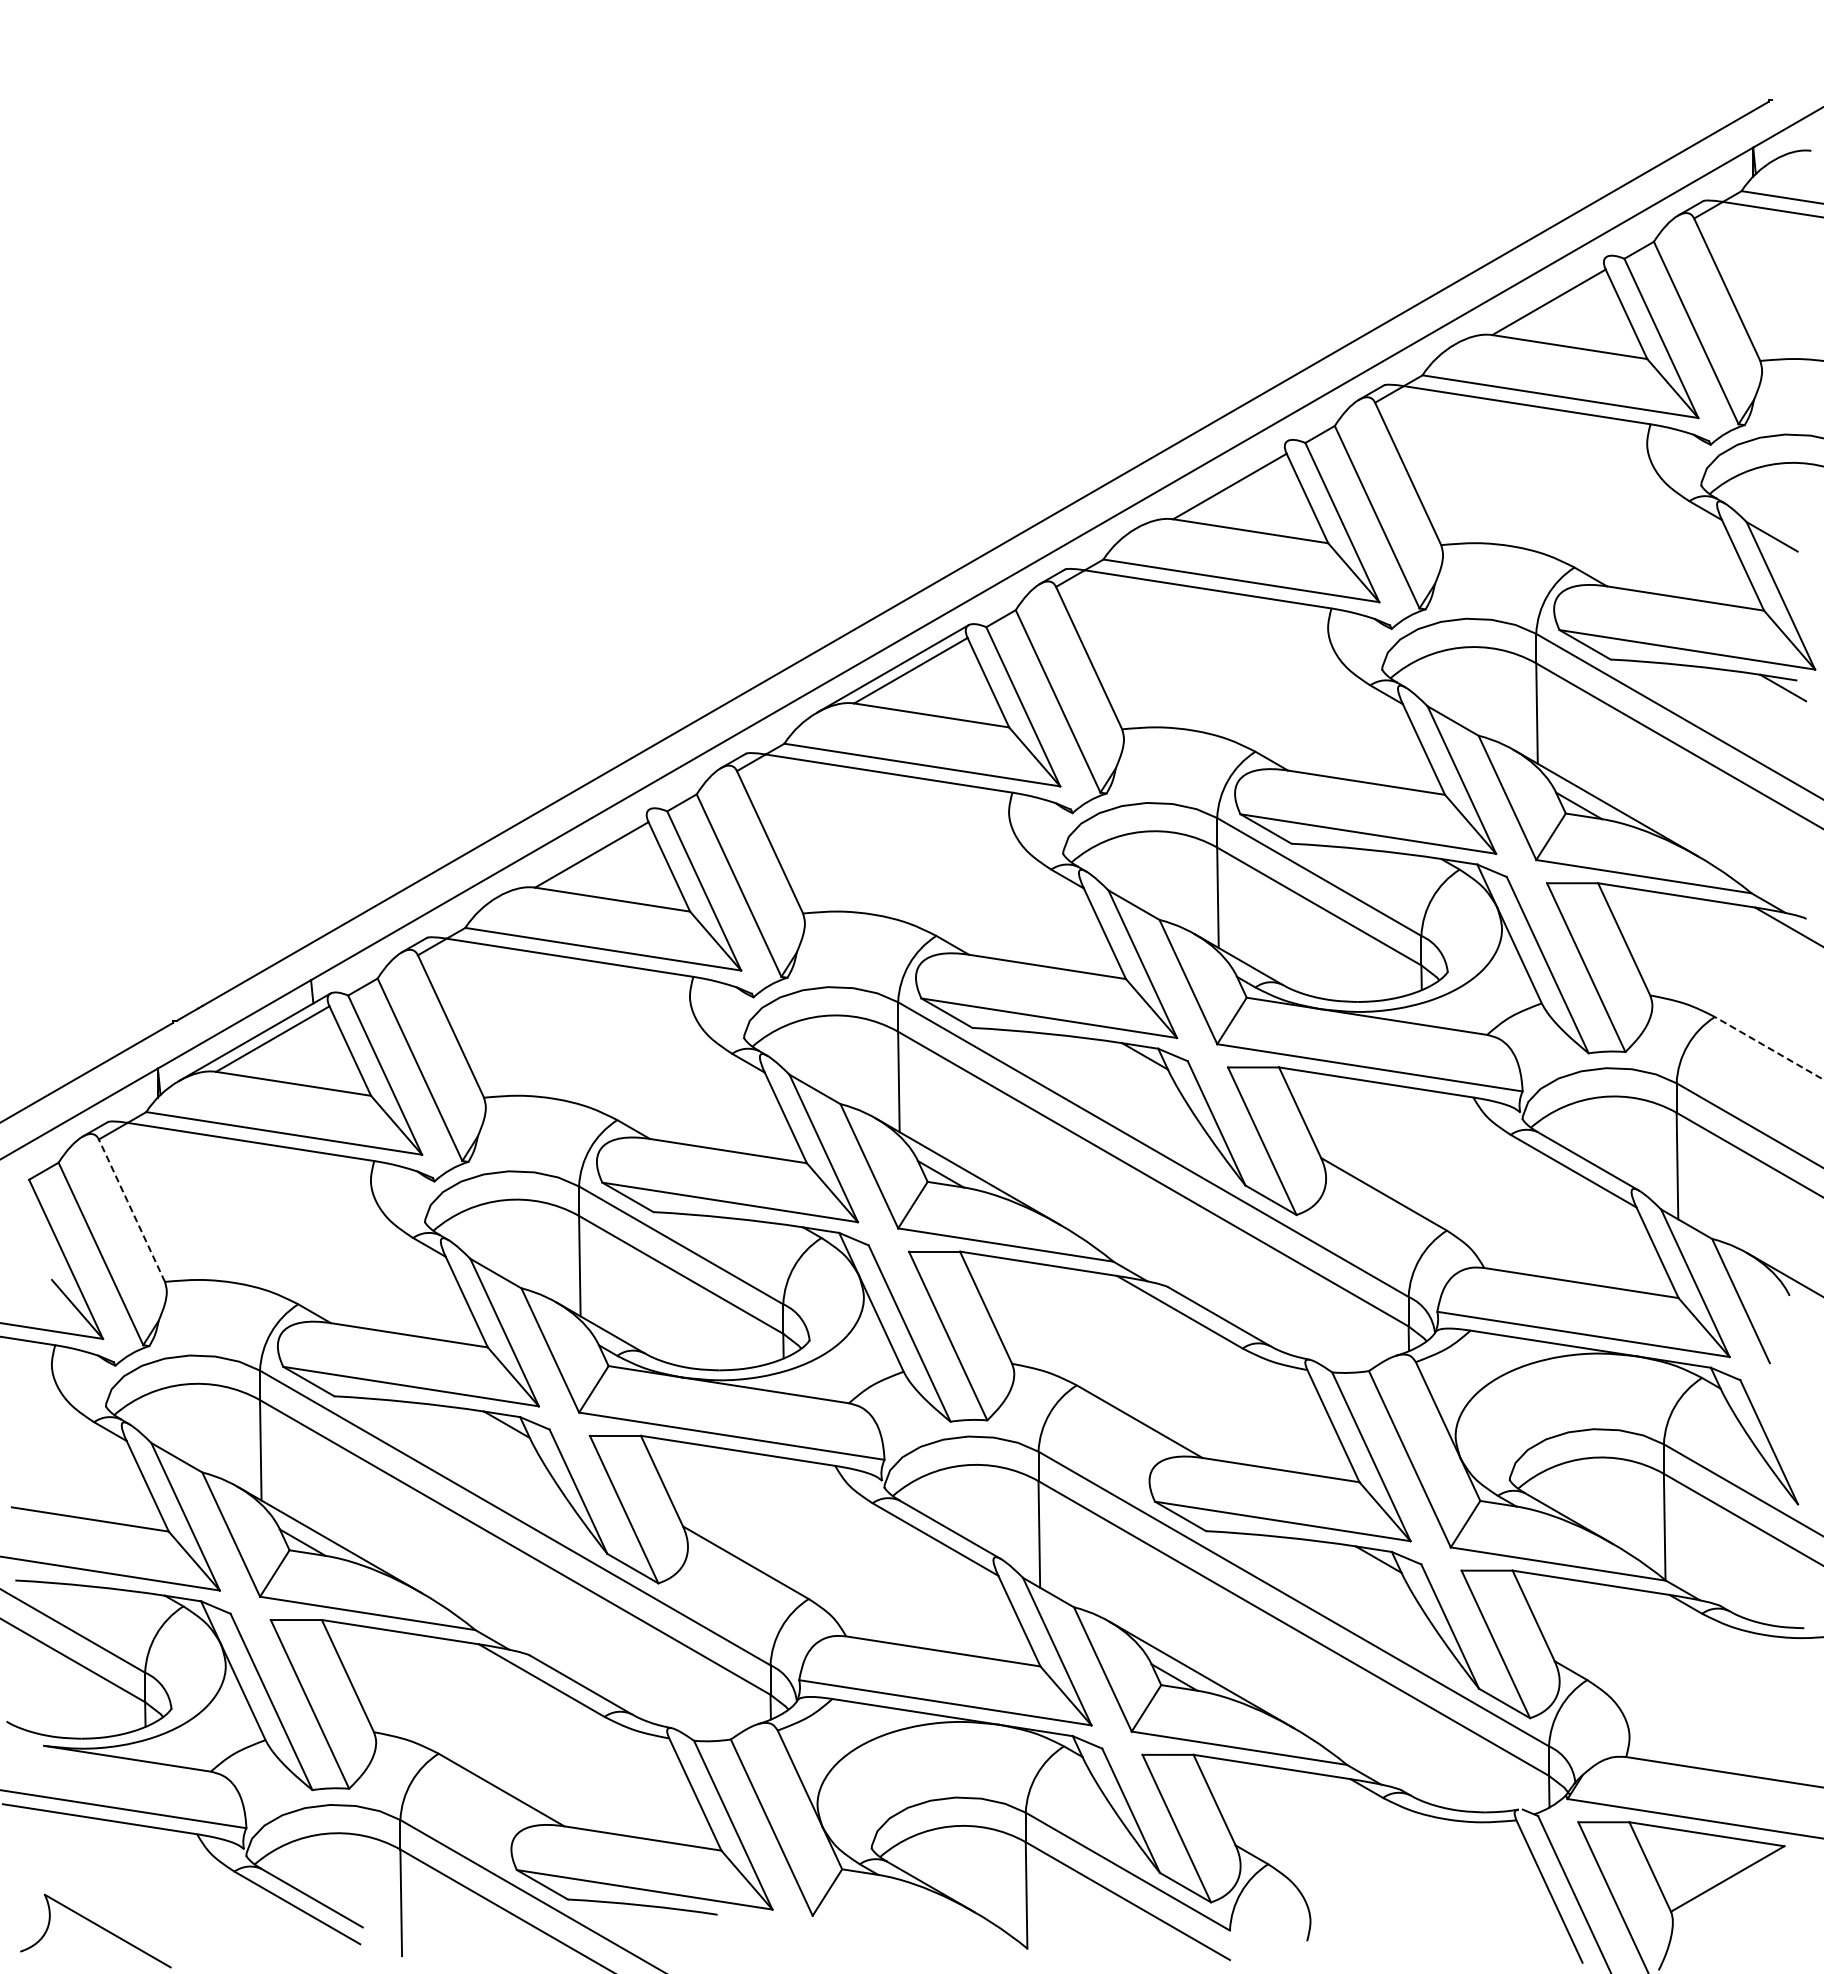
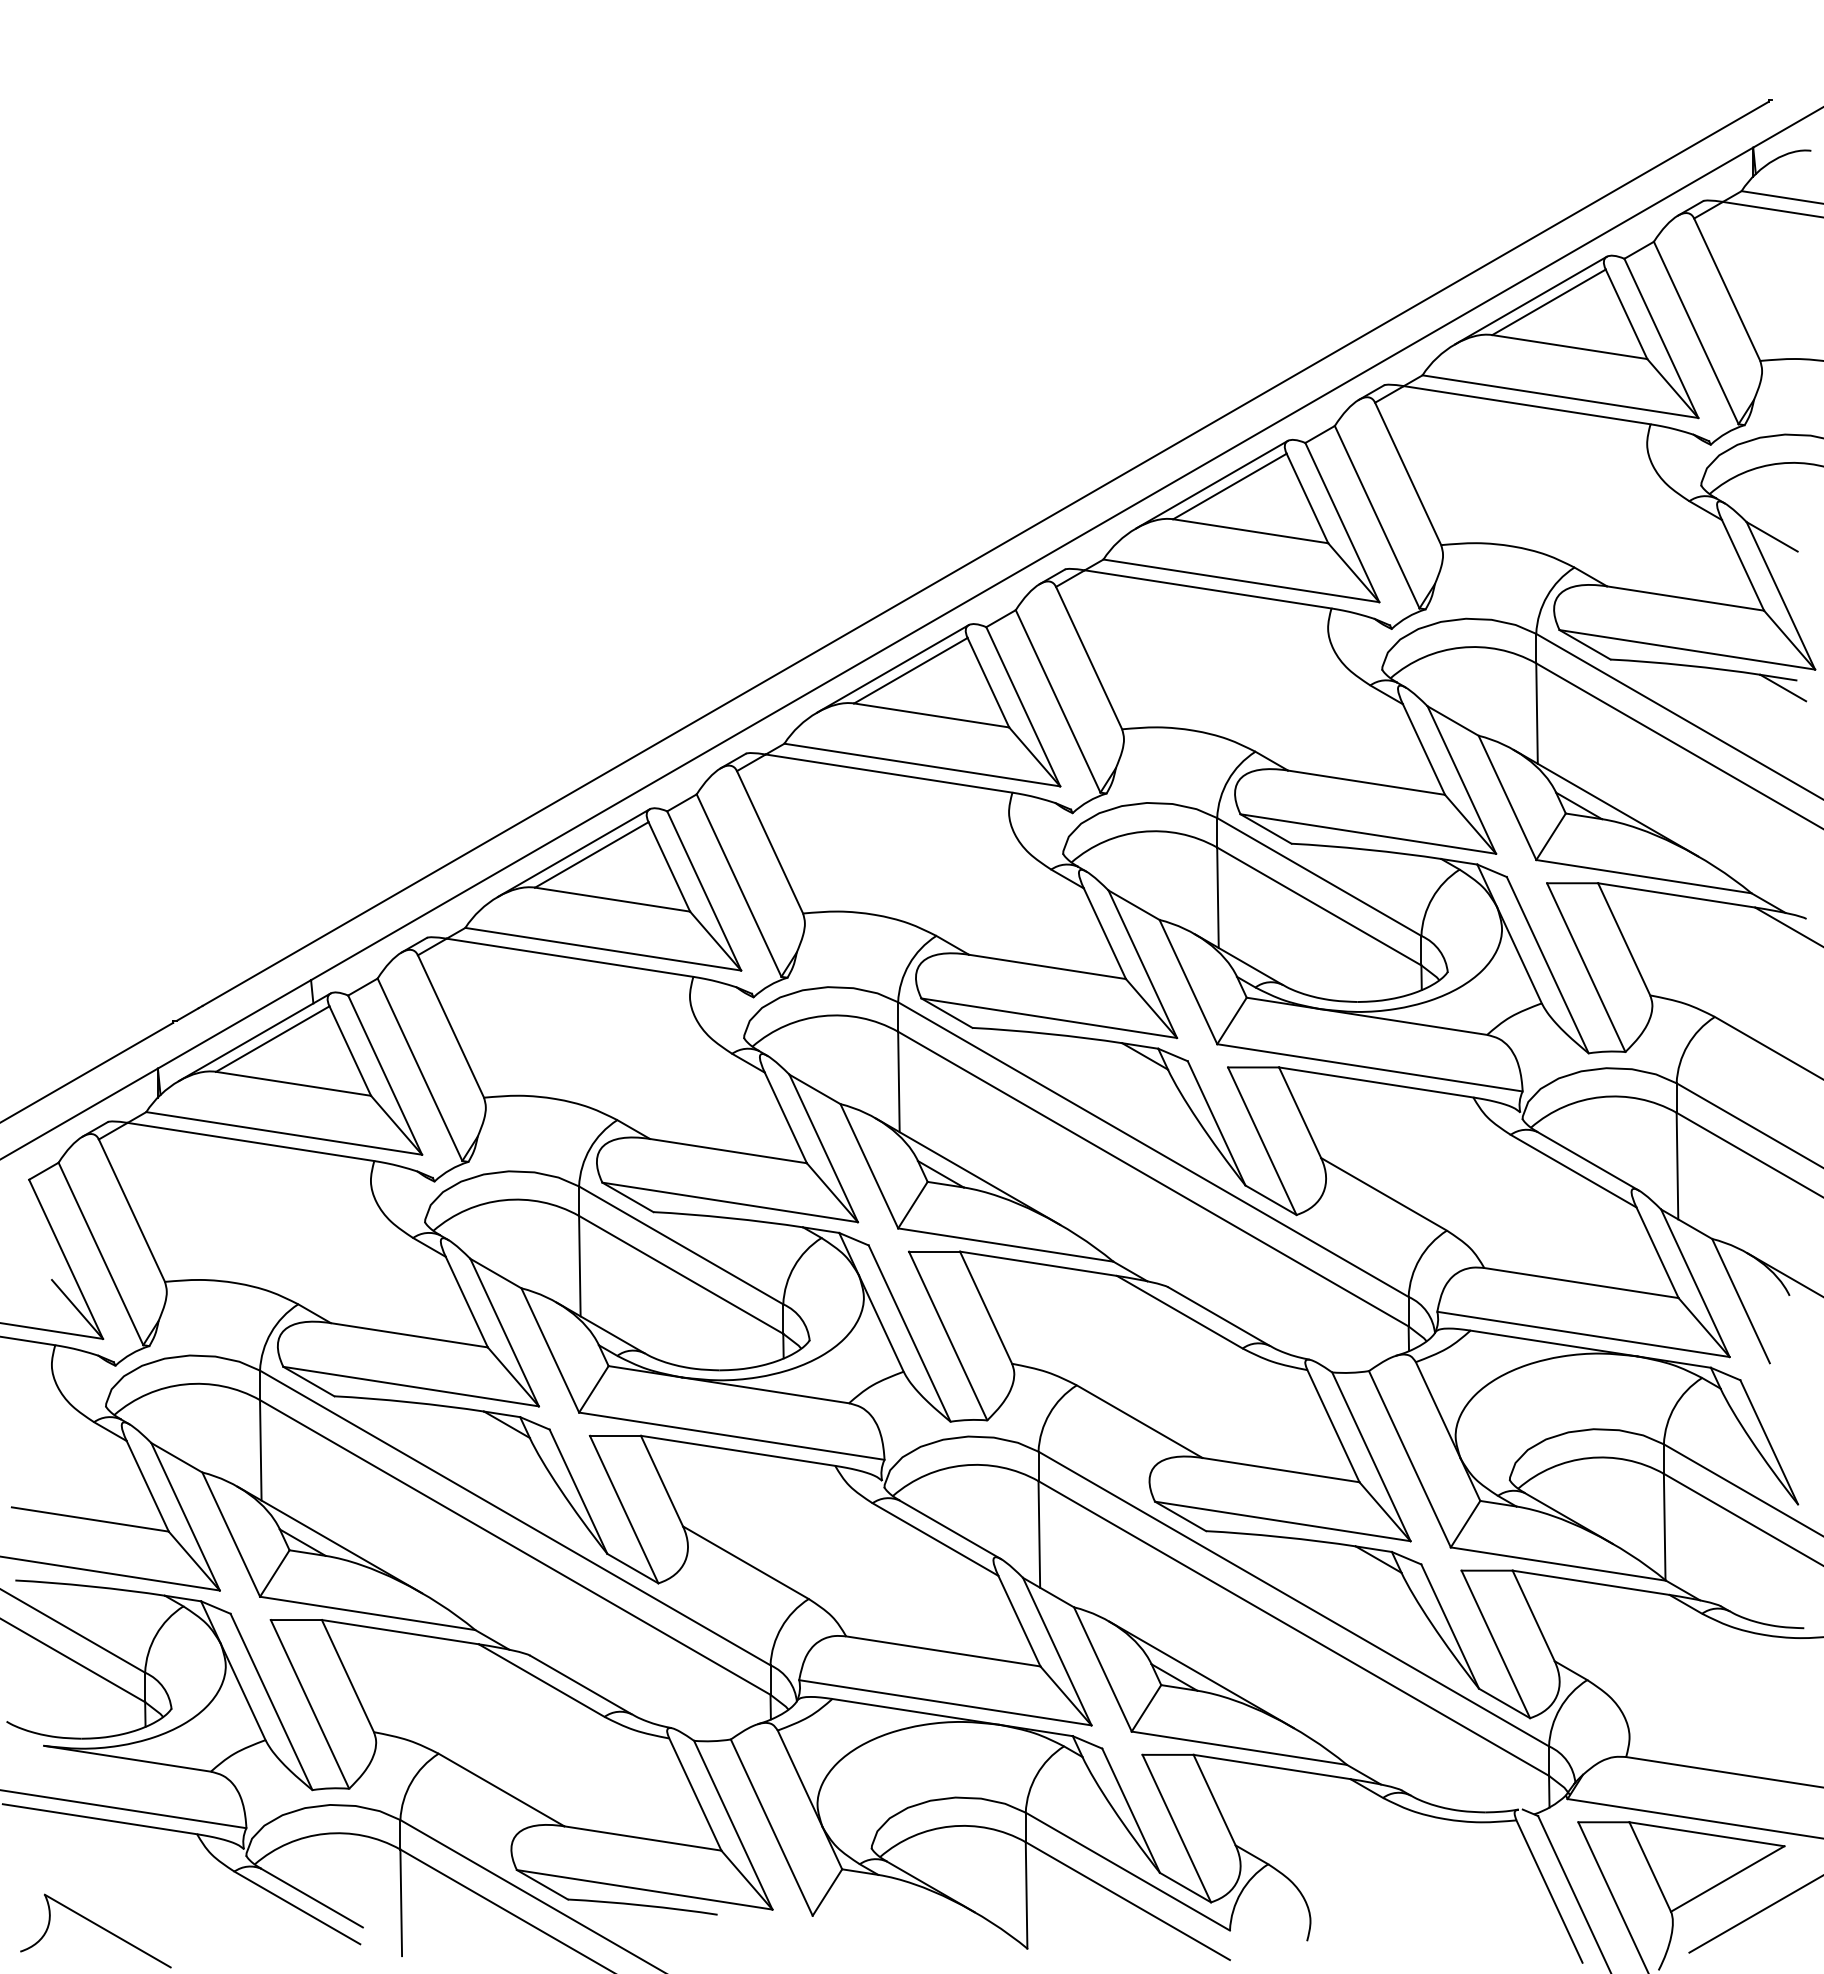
line at (1530, 300): none -> present
line at (1211, 484): none -> present
line at (573, 852): none -> present
line at (1769, 1048): dashed -> solid
line at (131, 1210): dashed -> solid
line at (1754, 1914): none -> present
